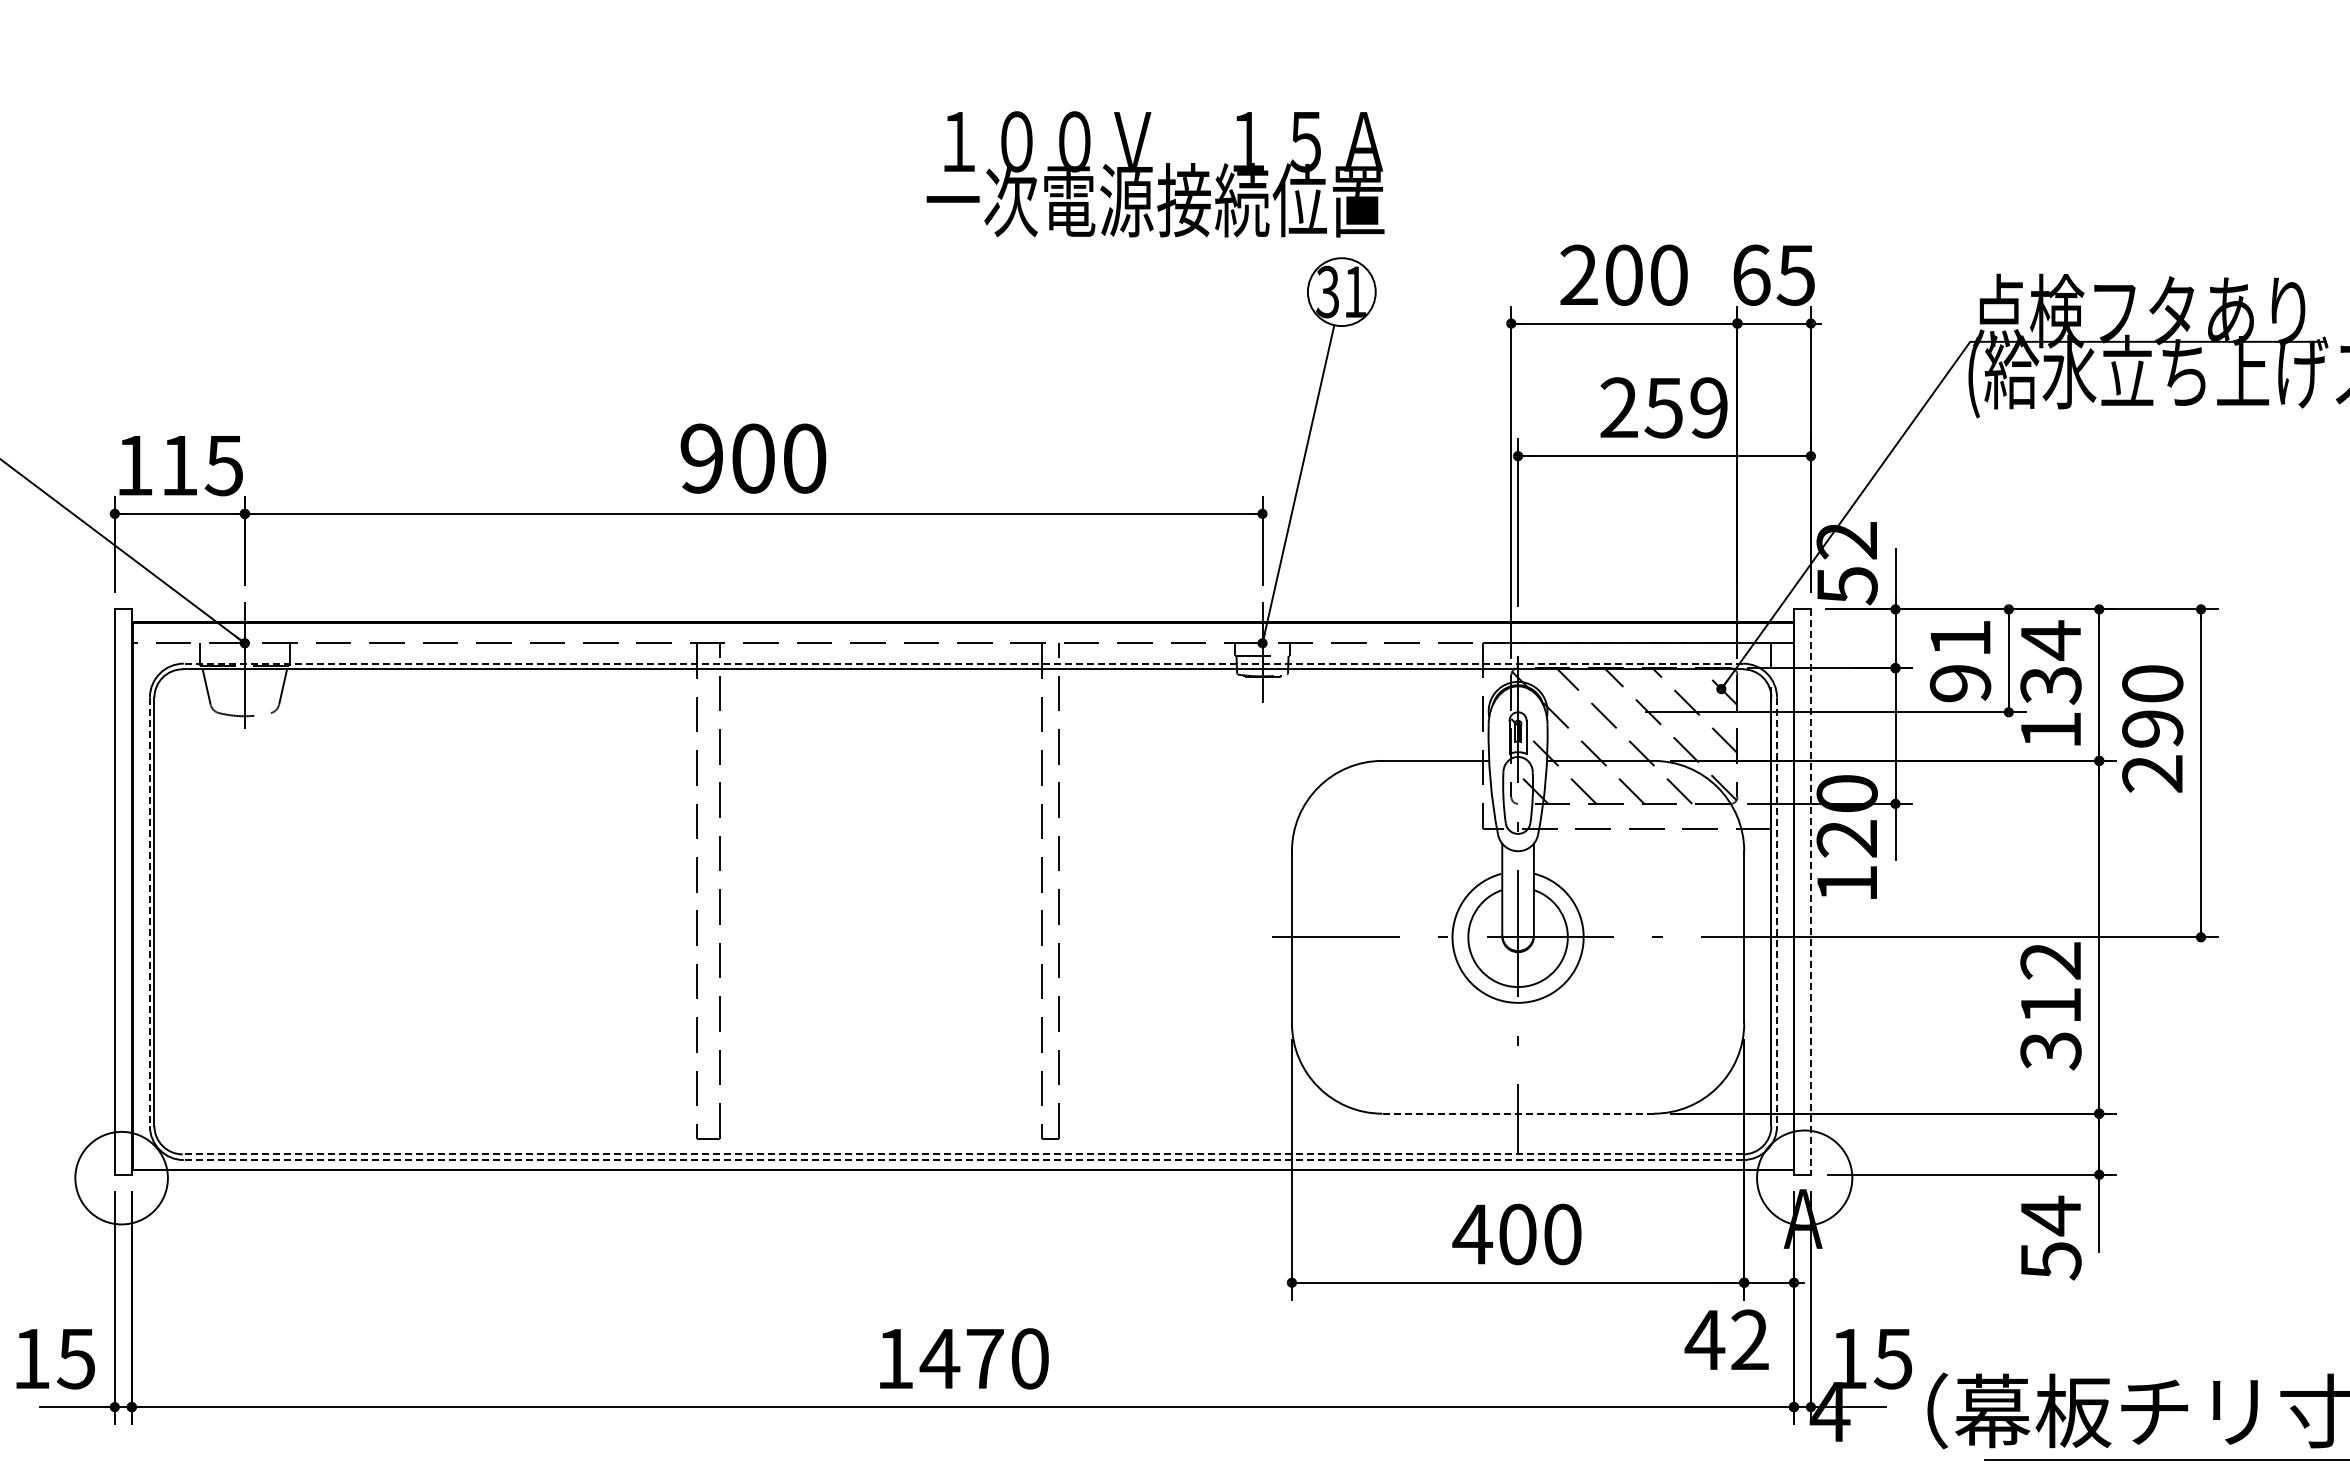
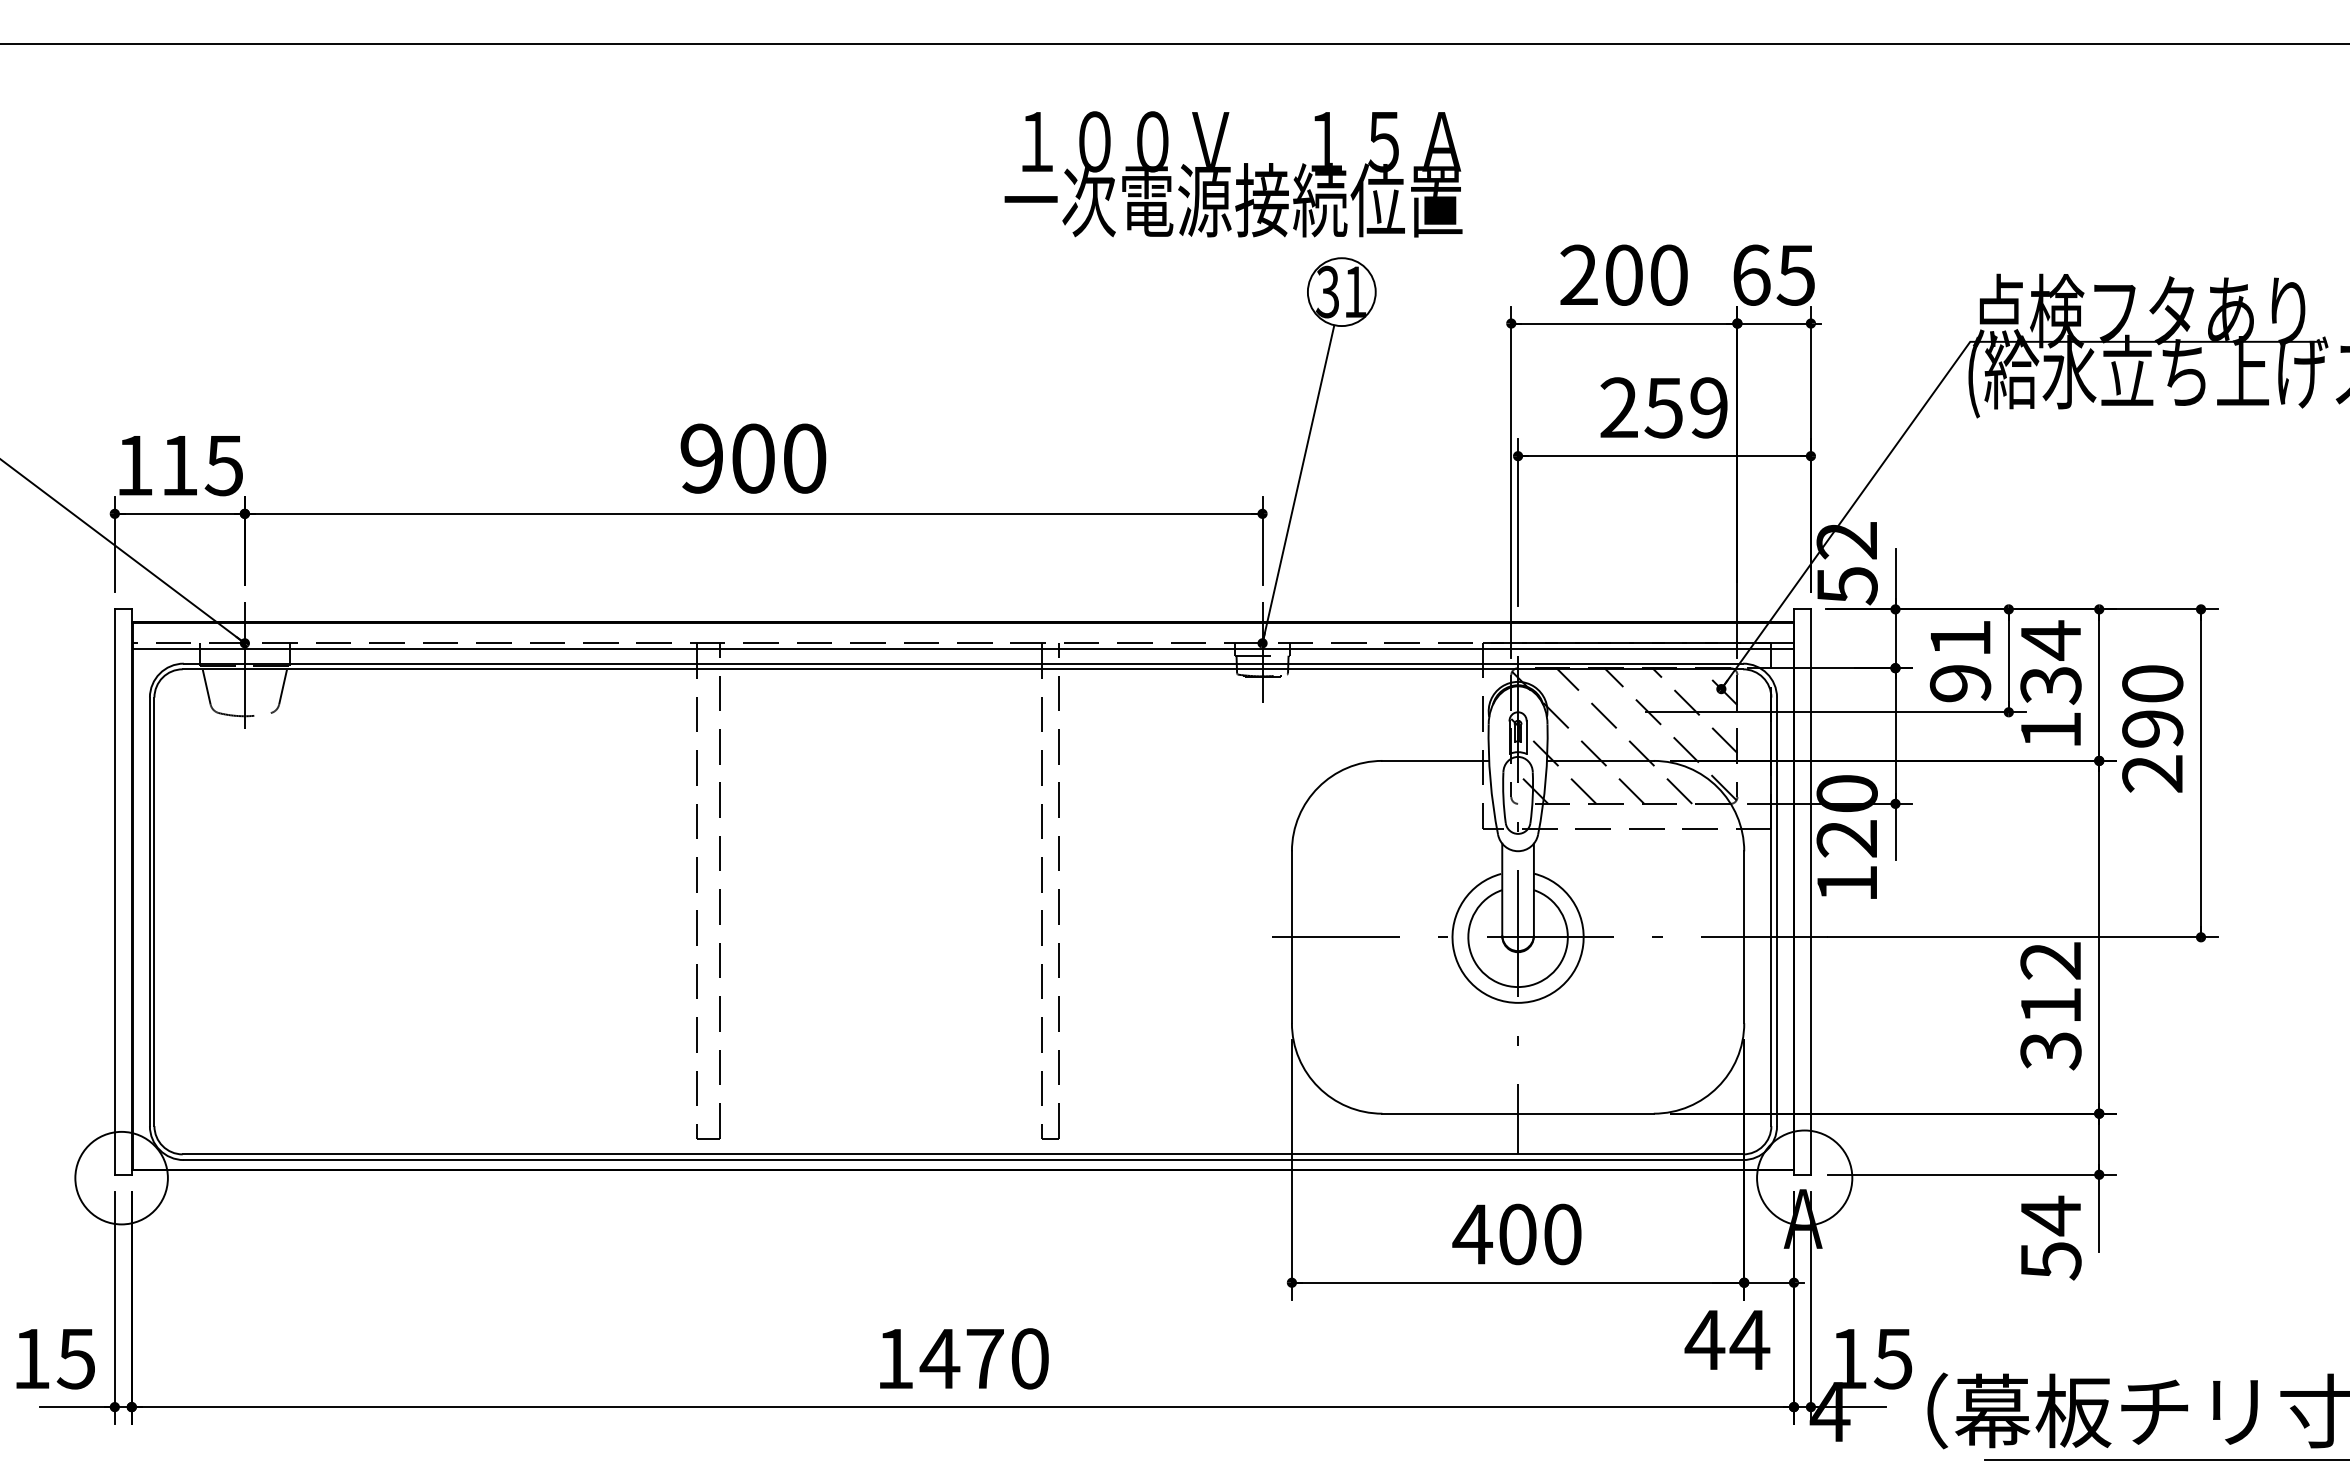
line at (1174, 44): none -> present
text at (1155, 174) position: (1155, 174) -> (1233, 174)
line at (962, 648): none -> present
line at (963, 663): dashed -> solid
line at (1810, 892): dashed -> solid
line at (149, 912): dashed -> solid
line at (1777, 912): dashed -> solid
line at (1518, 1113): dashed -> solid
line at (962, 1154): dashed -> solid
line at (963, 1160): dashed -> solid
text at (1749, 1339): 42 -> 44
